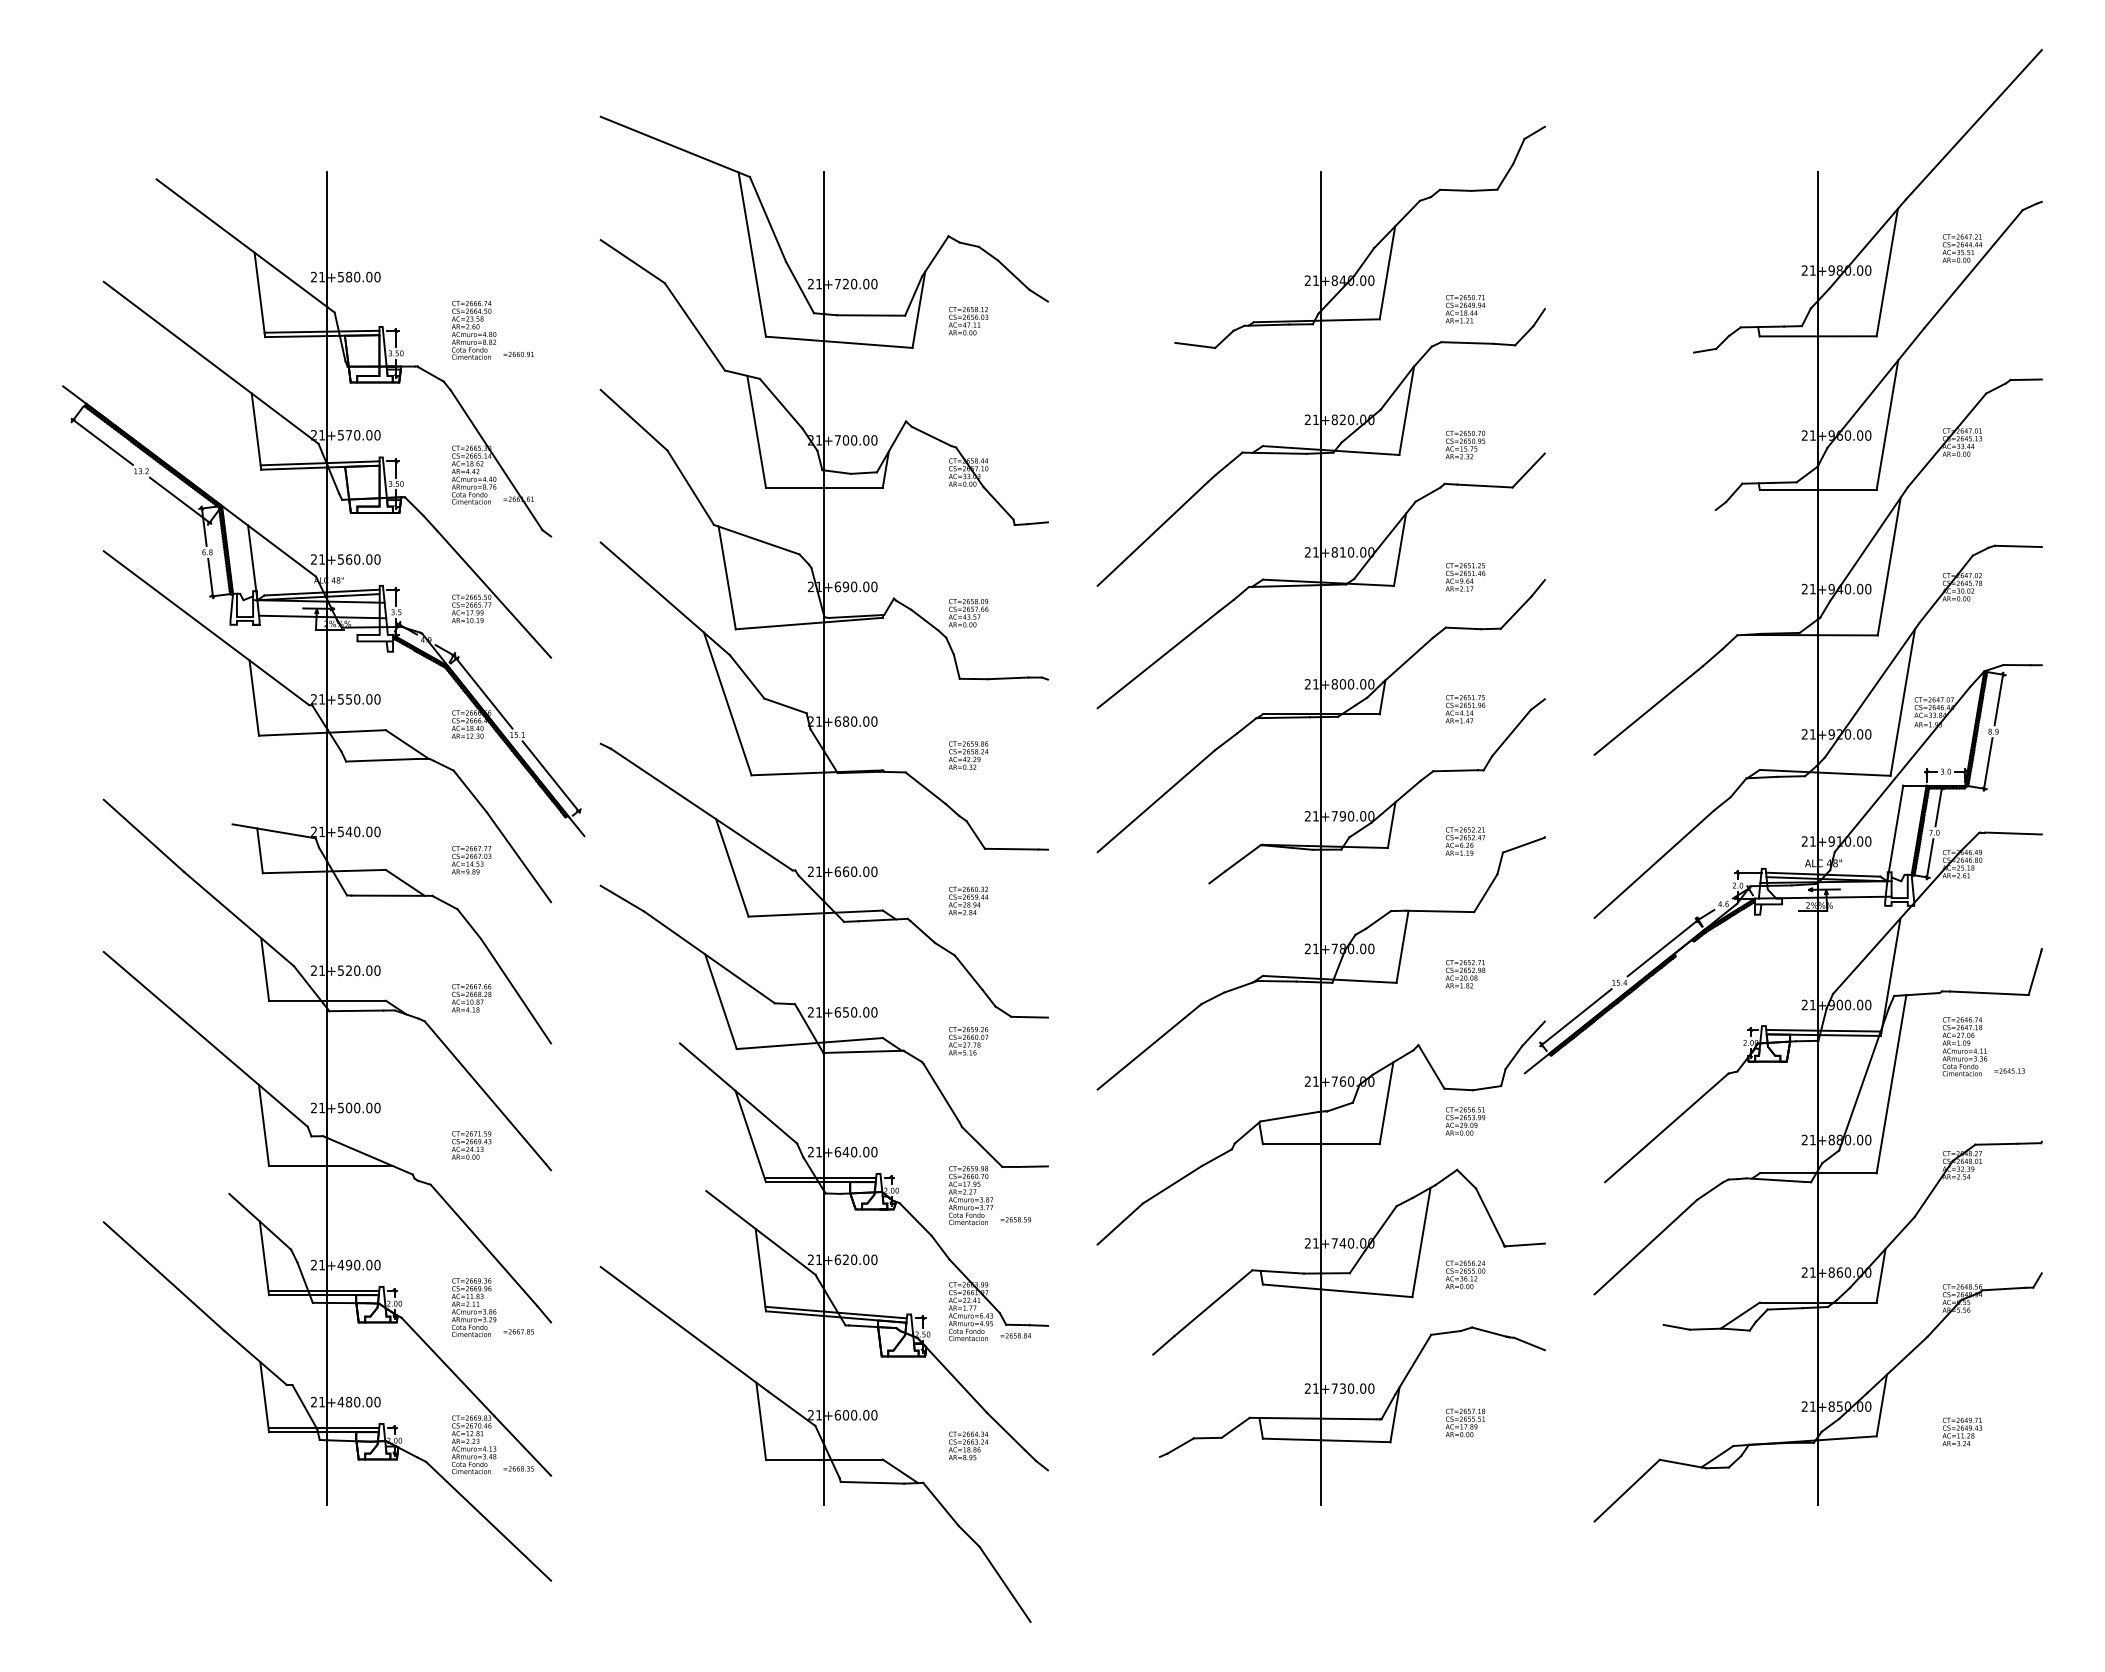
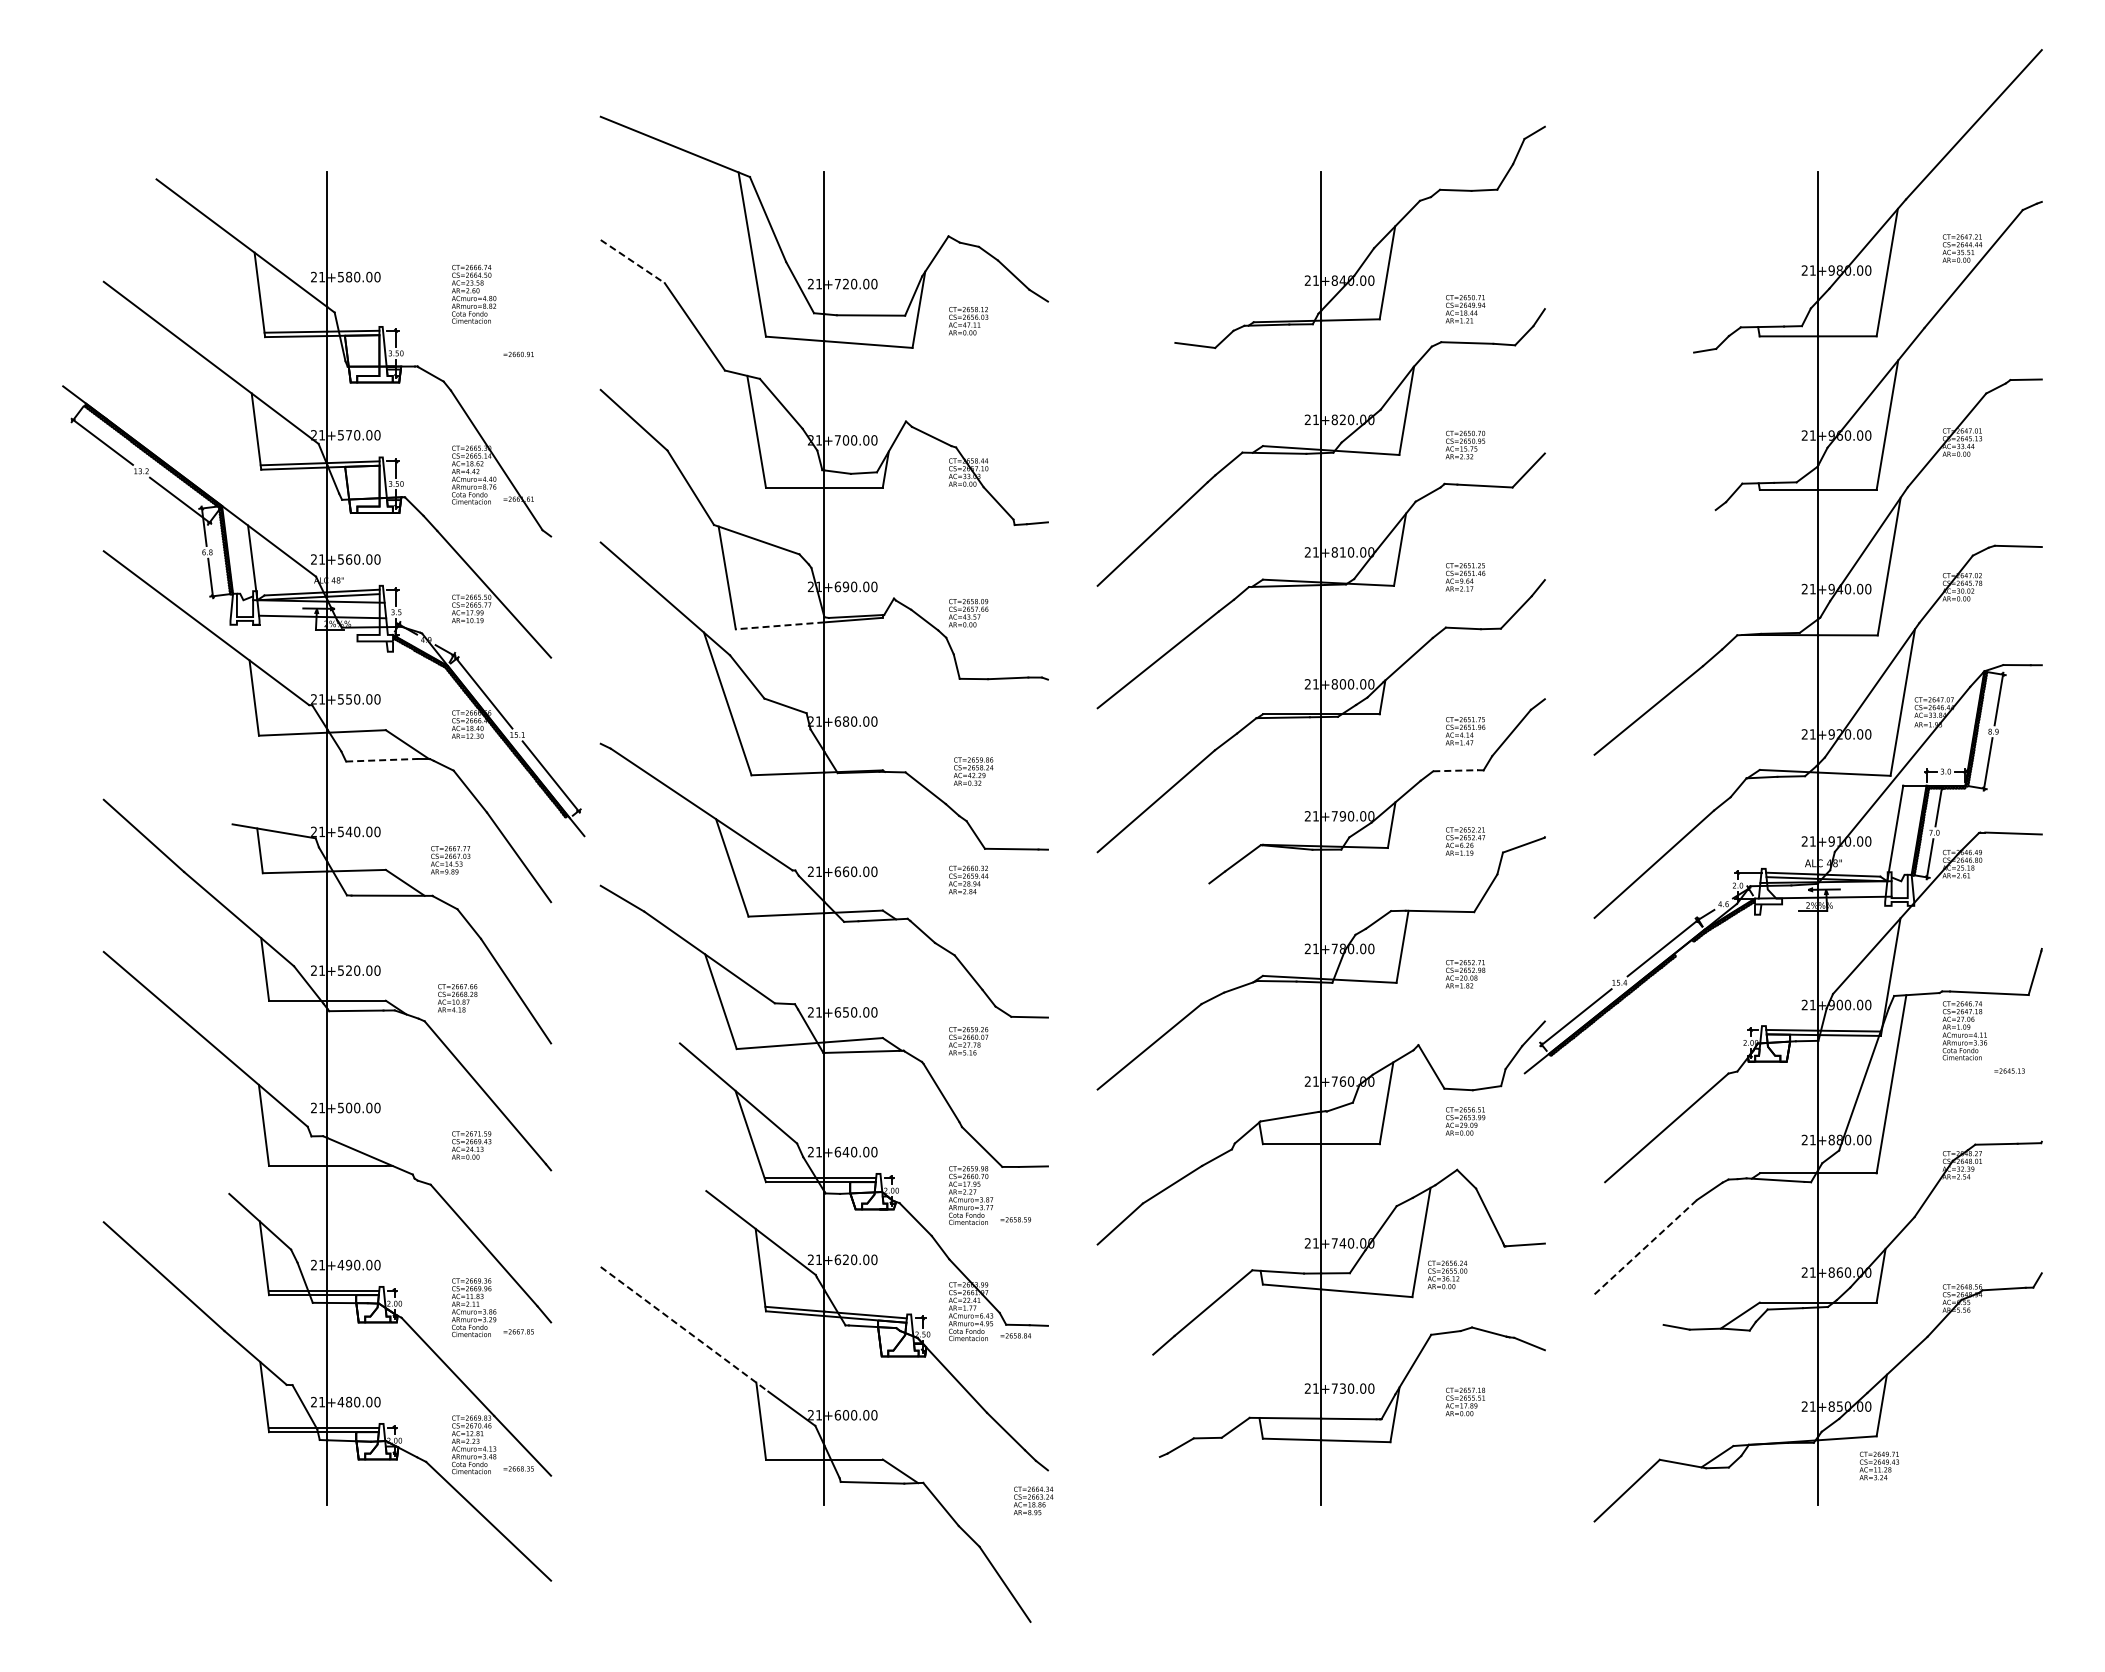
line at (632, 261): solid -> dashed
text at (474, 329) position: (474, 329) -> (474, 293)
line at (779, 625): solid -> dashed
text at (1465, 709) position: (1465, 709) -> (1465, 731)
text at (968, 755) position: (968, 755) -> (973, 771)
line at (381, 760): solid -> dashed
line at (1456, 770): solid -> dashed
text at (471, 860) position: (471, 860) -> (450, 860)
text at (968, 900) position: (968, 900) -> (968, 879)
text at (471, 998) position: (471, 998) -> (457, 998)
text at (1964, 1046) position: (1964, 1046) -> (1964, 1030)
line at (1645, 1247): solid -> dashed
text at (1465, 1274) position: (1465, 1274) -> (1447, 1274)
line at (684, 1329): solid -> dashed
text at (1465, 1422) position: (1465, 1422) -> (1465, 1401)
text at (1962, 1431) position: (1962, 1431) -> (1879, 1465)
text at (968, 1445) position: (968, 1445) -> (1033, 1500)
